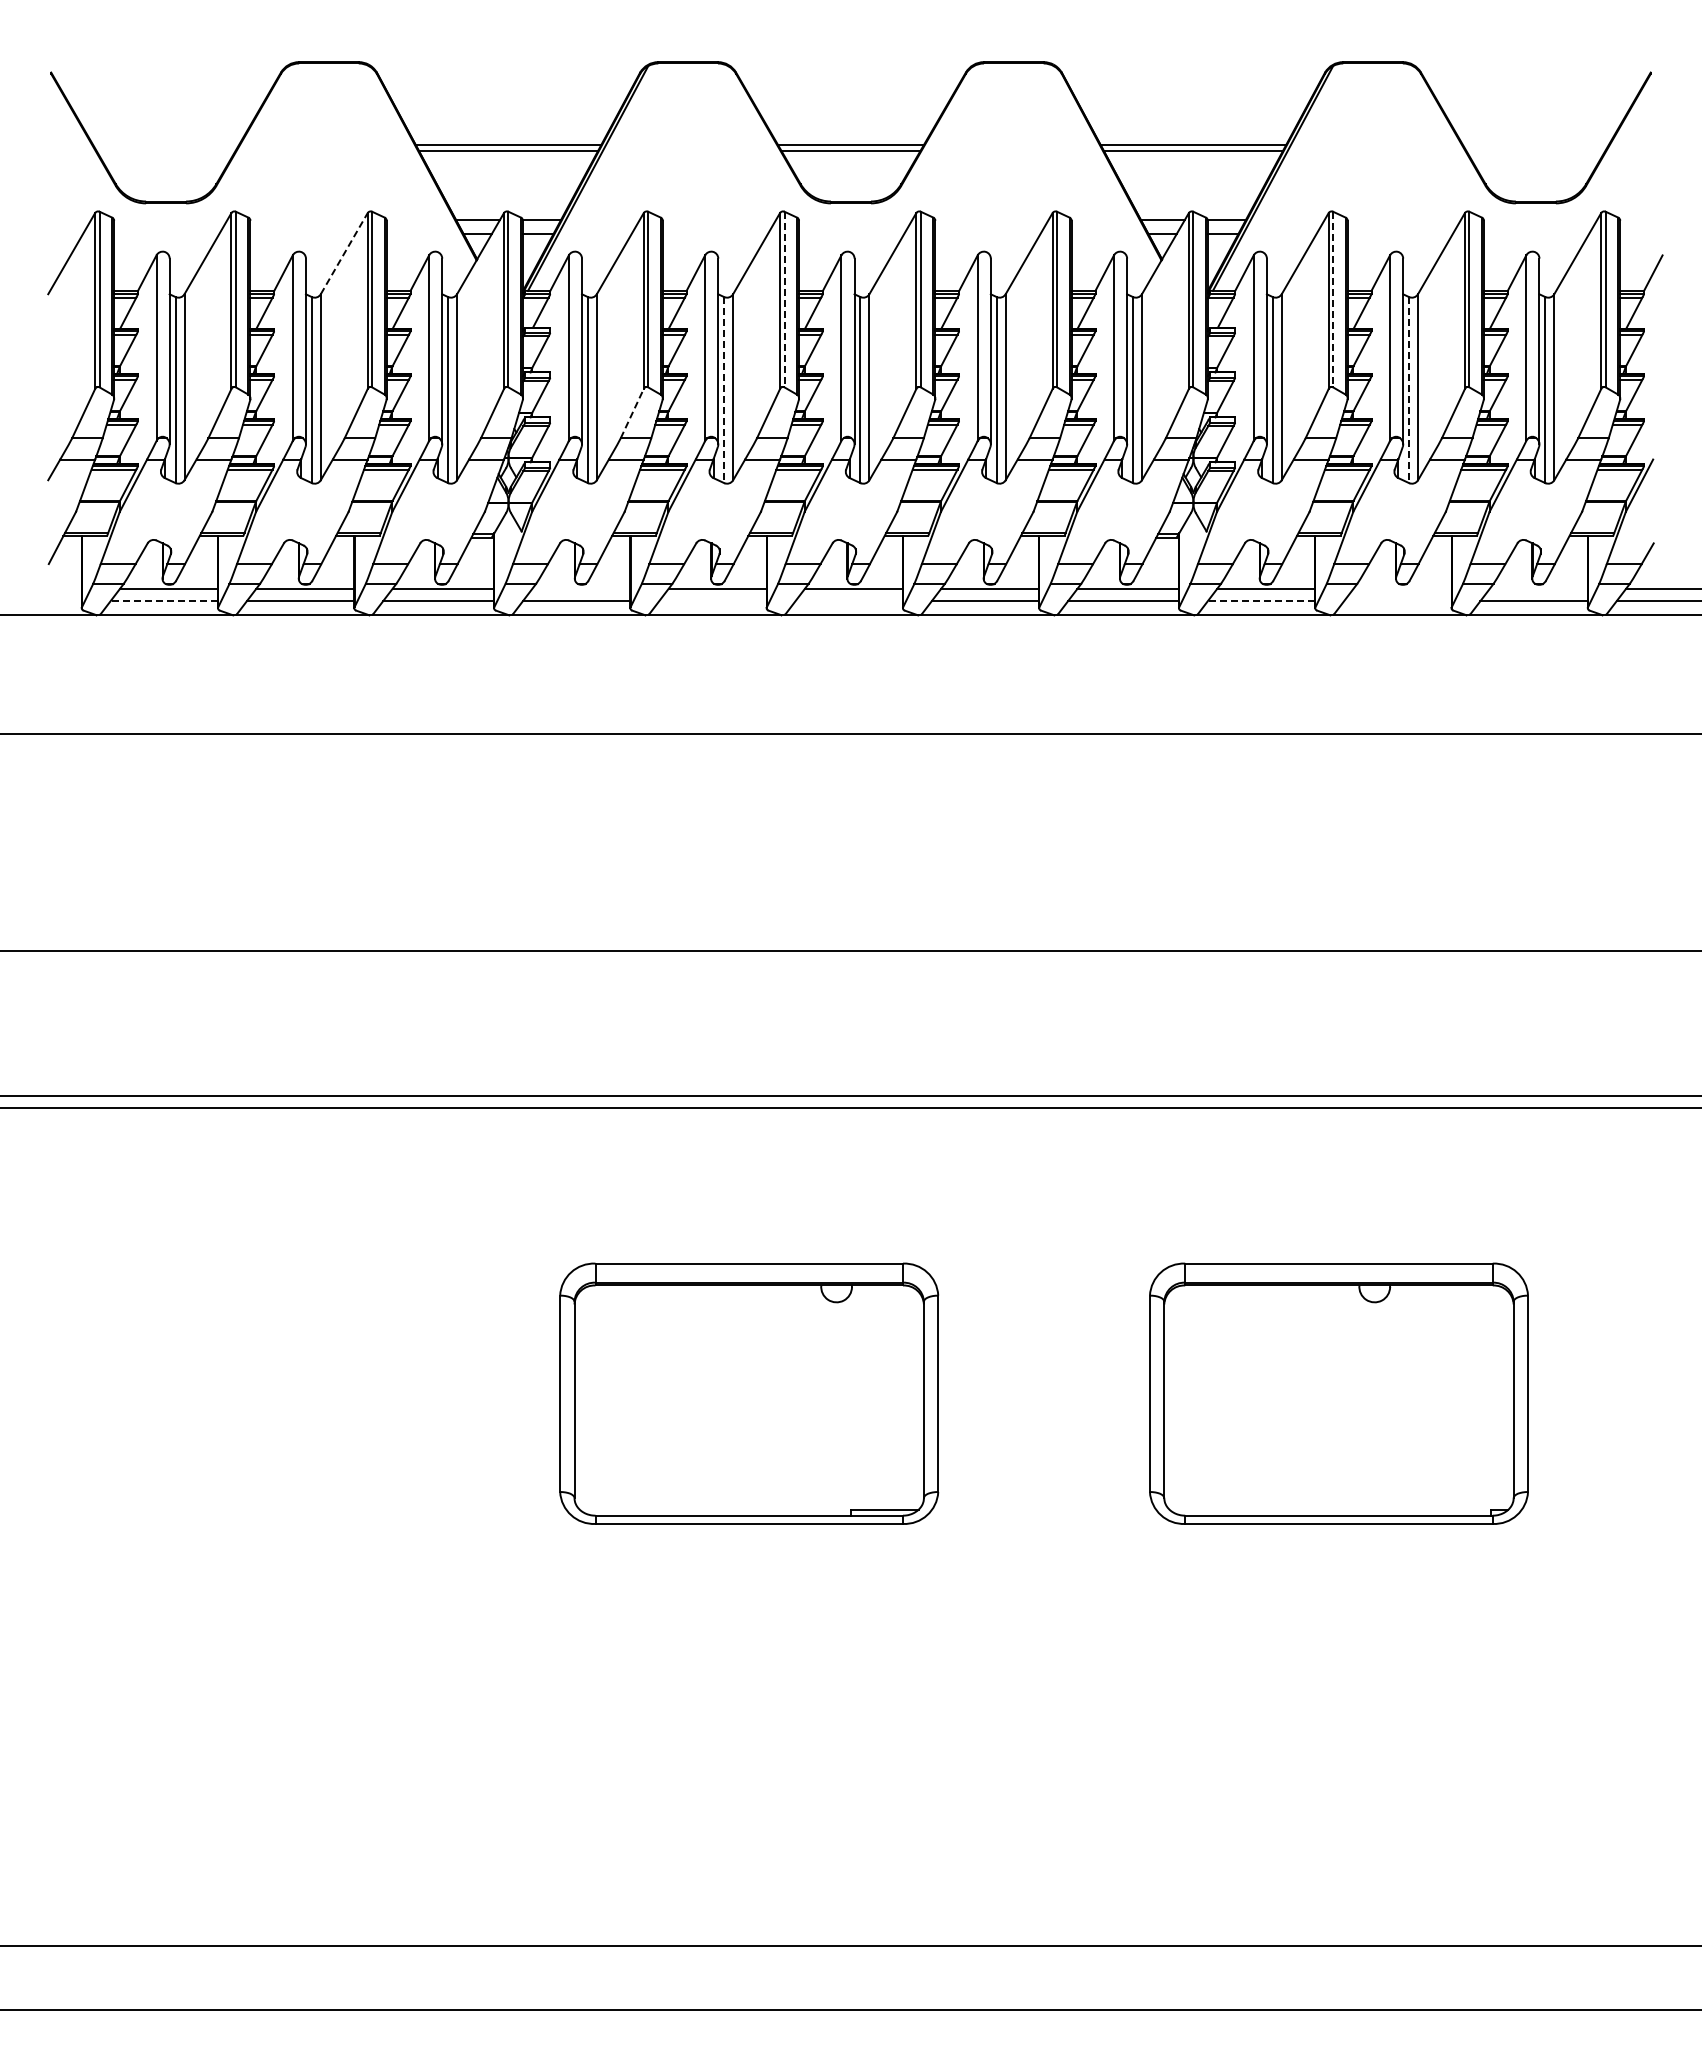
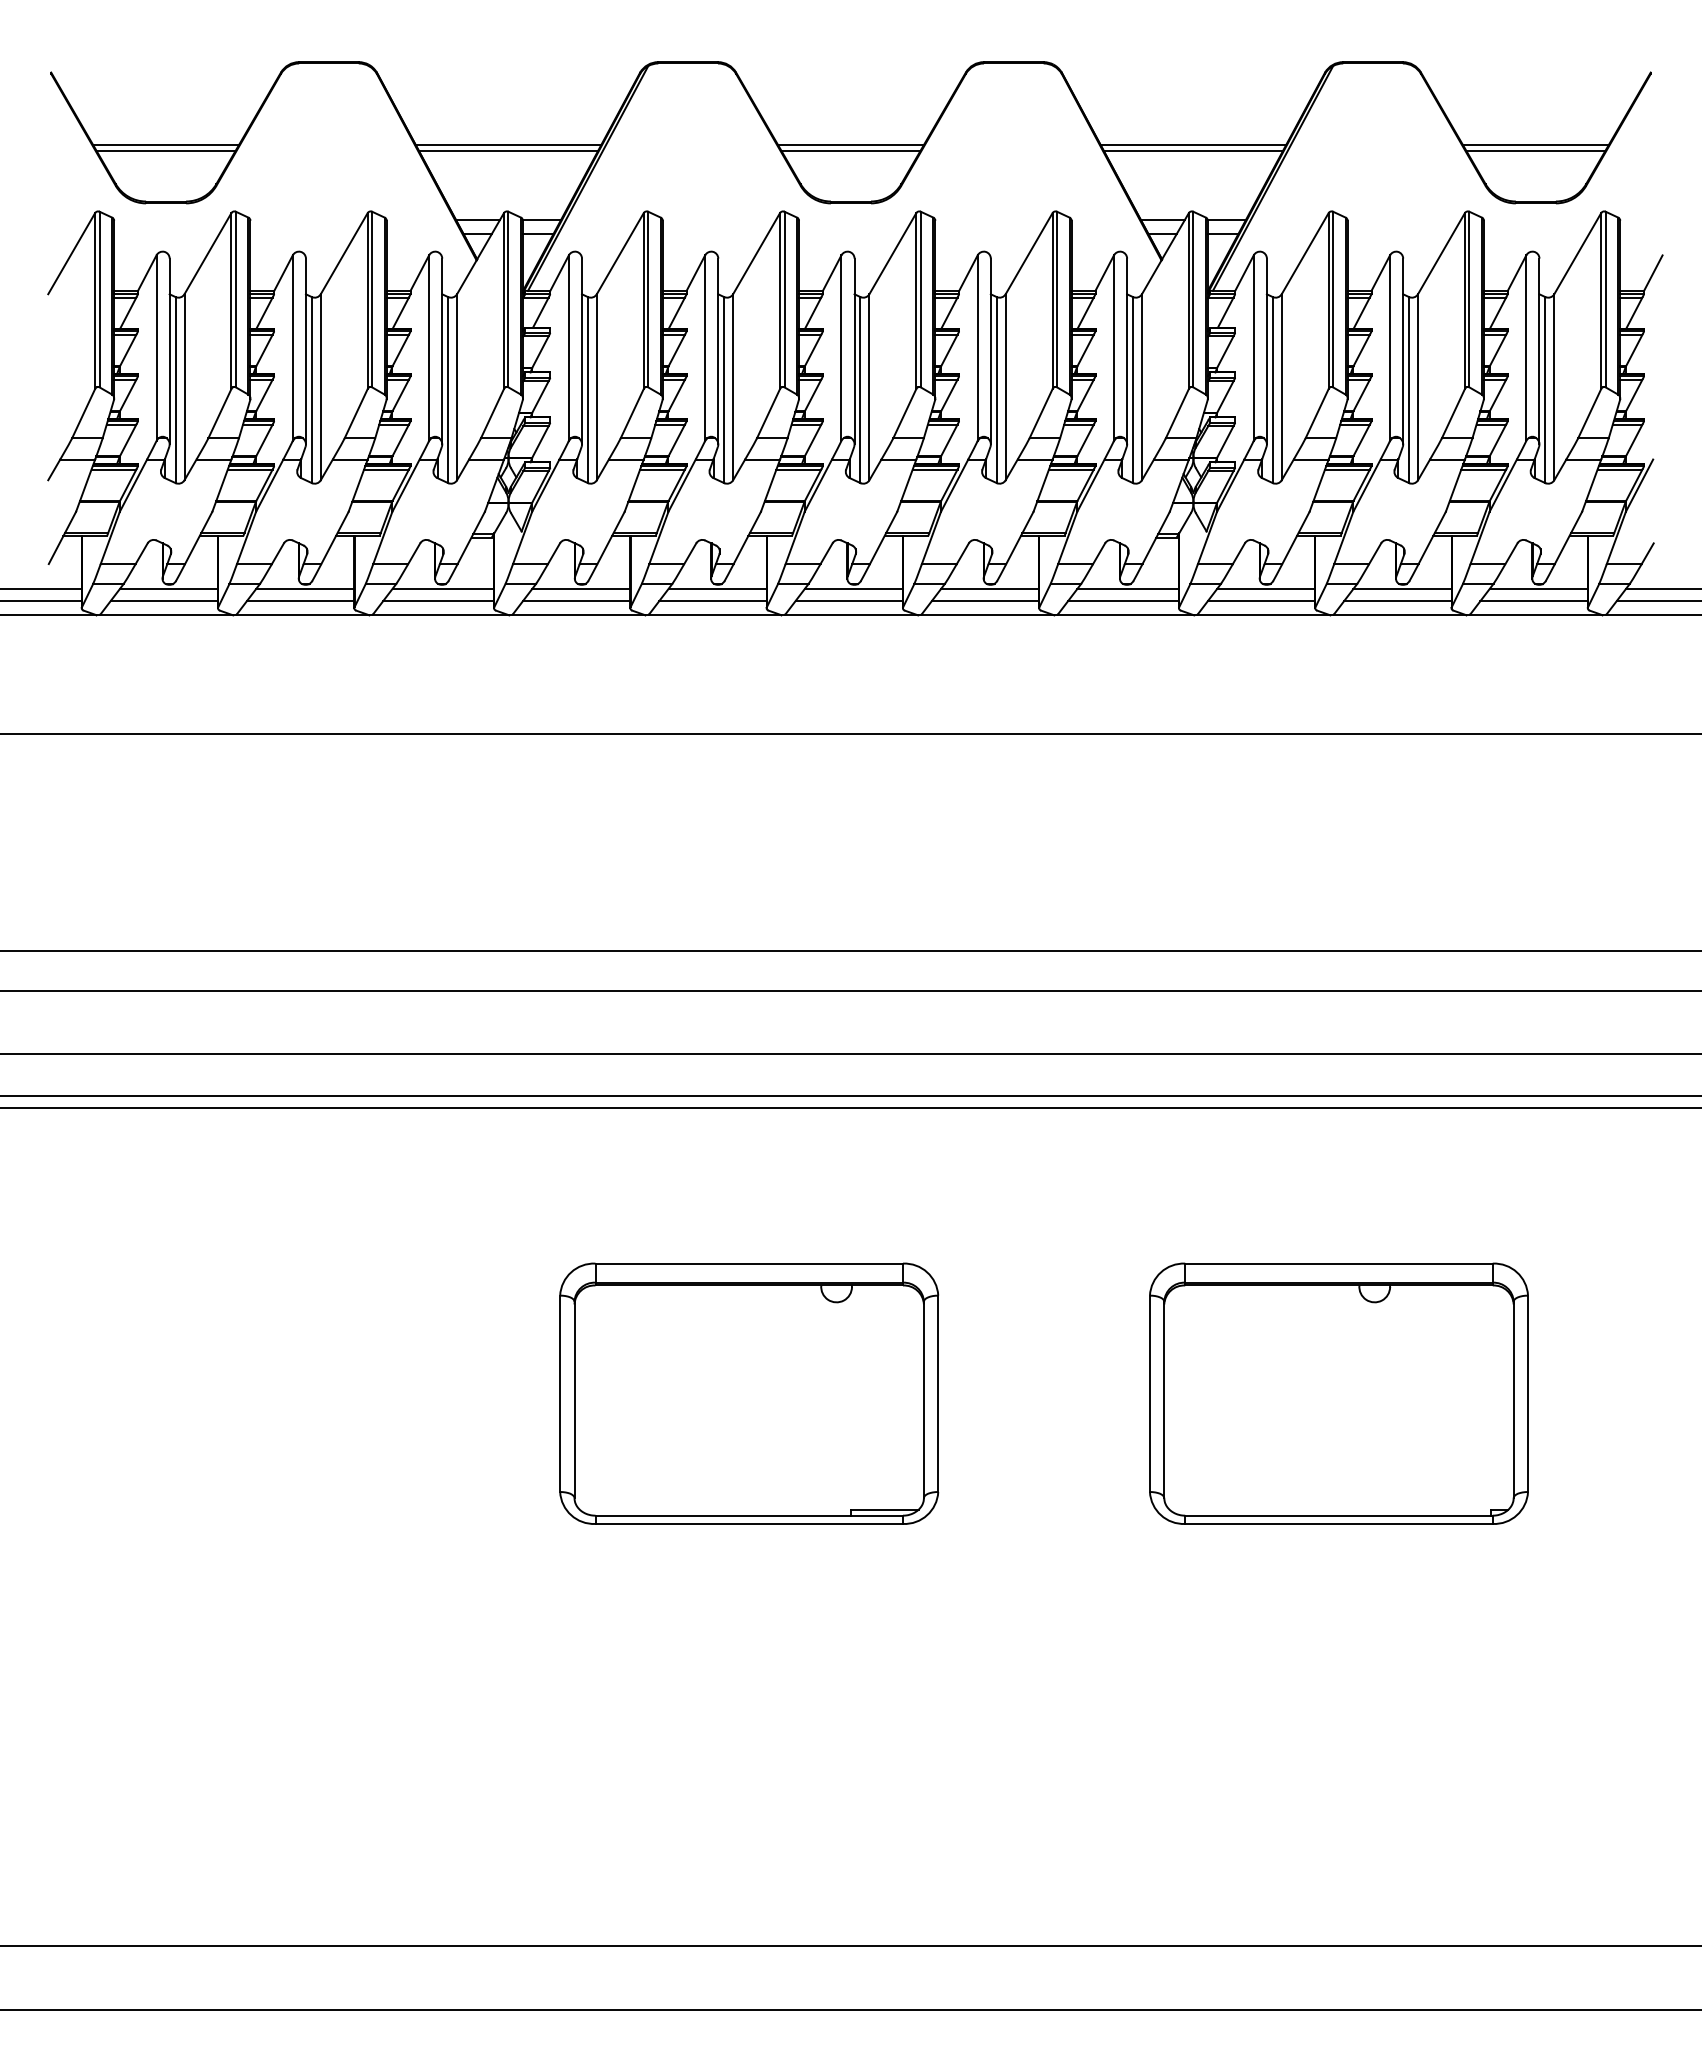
line at (166, 144): none -> present
line at (1535, 144): none -> present
line at (165, 150): none -> present
line at (1535, 150): none -> present
line at (344, 253): dashed -> solid
line at (784, 299): dashed -> solid
line at (1333, 299): dashed -> solid
line at (724, 390): dashed -> solid
line at (1409, 390): dashed -> solid
line at (632, 413): dashed -> solid
line at (41, 588): none -> present
line at (581, 588): none -> present
line at (1402, 588): none -> present
line at (1538, 588): none -> present
line at (41, 601): none -> present
line at (164, 601): dashed -> solid
line at (712, 601): none -> present
line at (848, 601): none -> present
line at (1261, 601): dashed -> solid
line at (1397, 601): none -> present
line at (850, 991): none -> present
line at (850, 1054): none -> present
